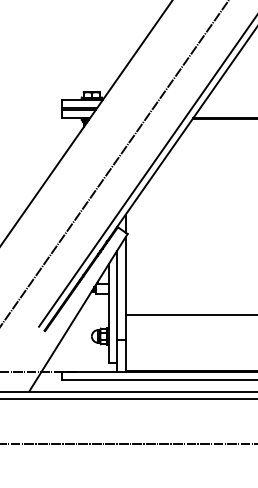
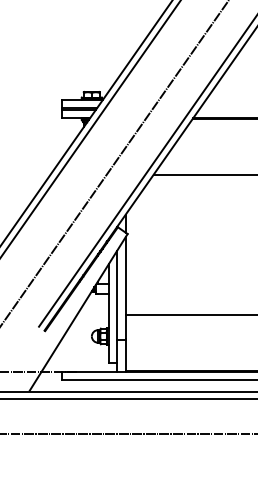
line at (90, 128): none -> present
line at (203, 174): none -> present
line at (128, 444) position: (128, 444) -> (128, 434)
